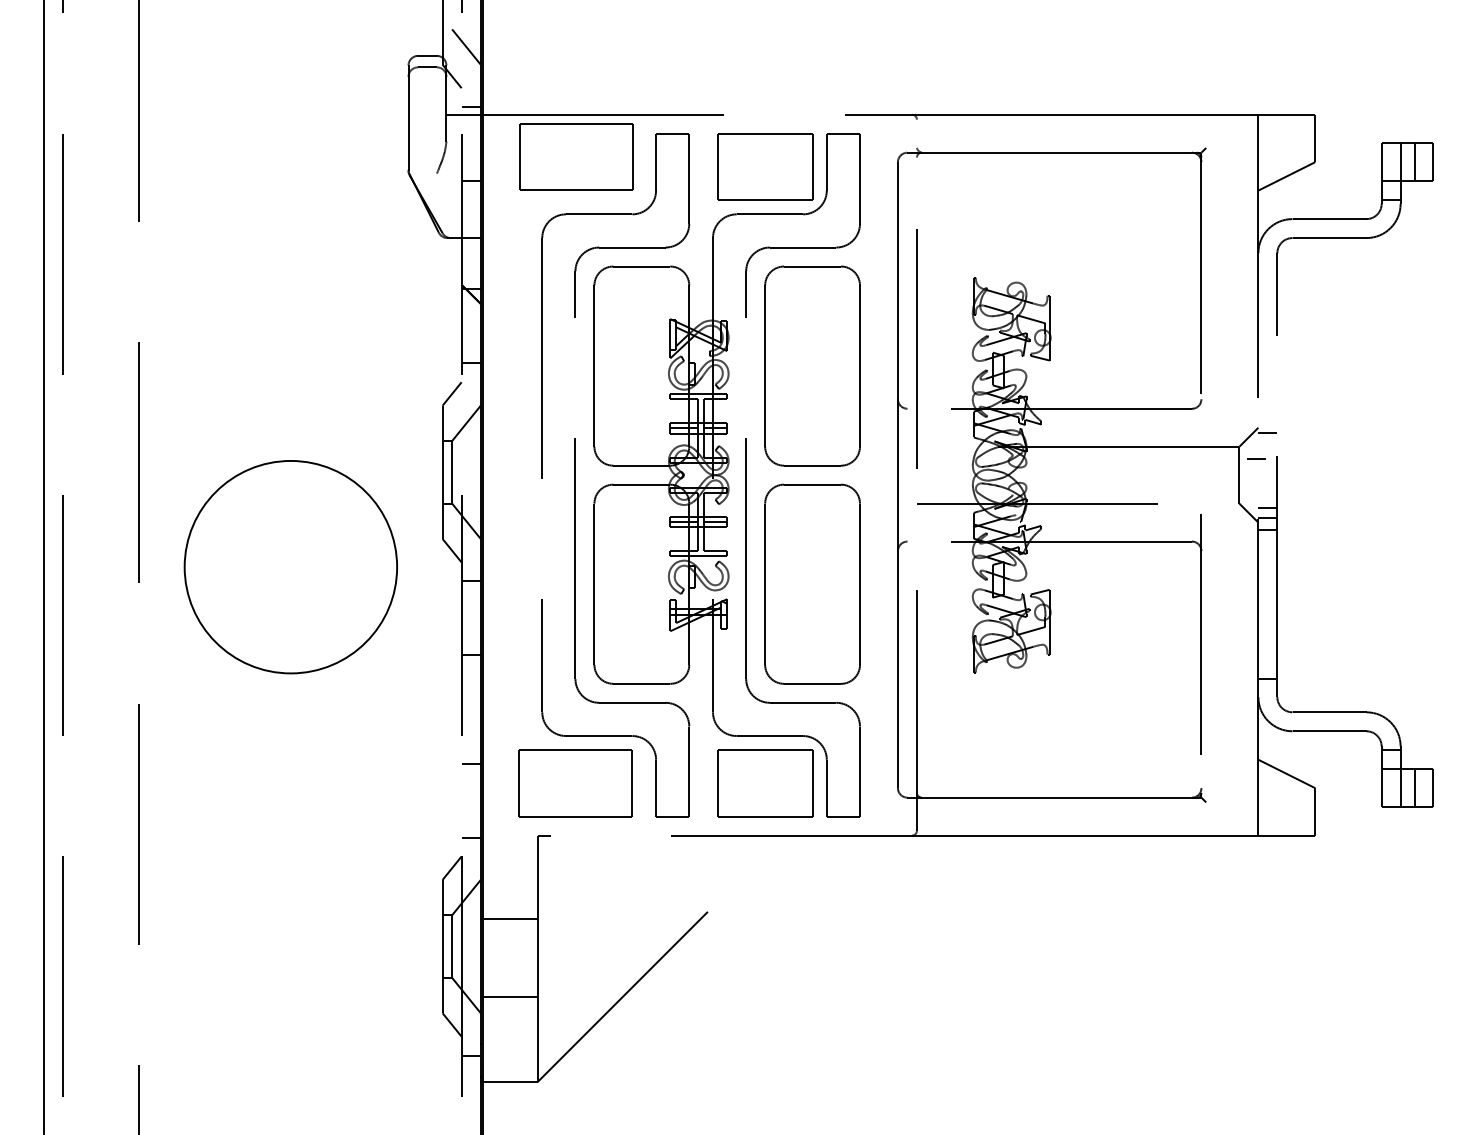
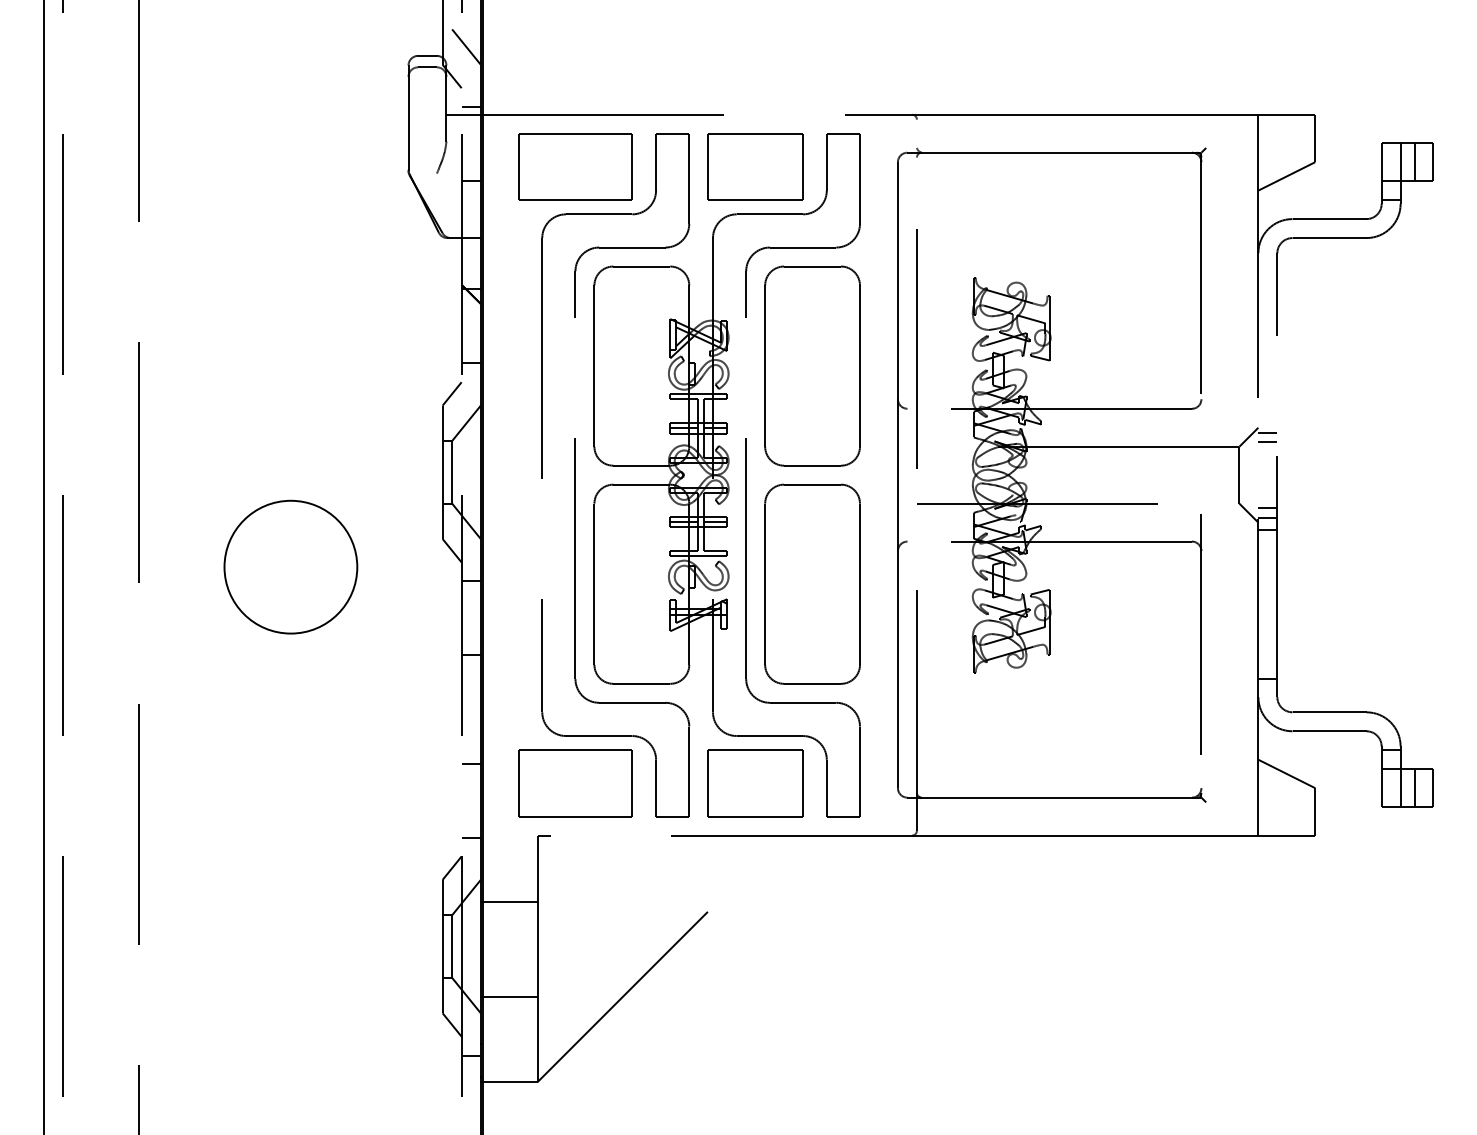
part at (576, 156) position: (576, 156) -> (575, 166)
part at (765, 166) position: (765, 166) -> (755, 166)
line at (1256, 458) position: (1256, 458) -> (1267, 441)
circle at (290, 566) diameter: 212 px -> 133 px
part at (765, 783) position: (765, 783) -> (755, 783)
line at (508, 919) position: (508, 919) -> (508, 902)
